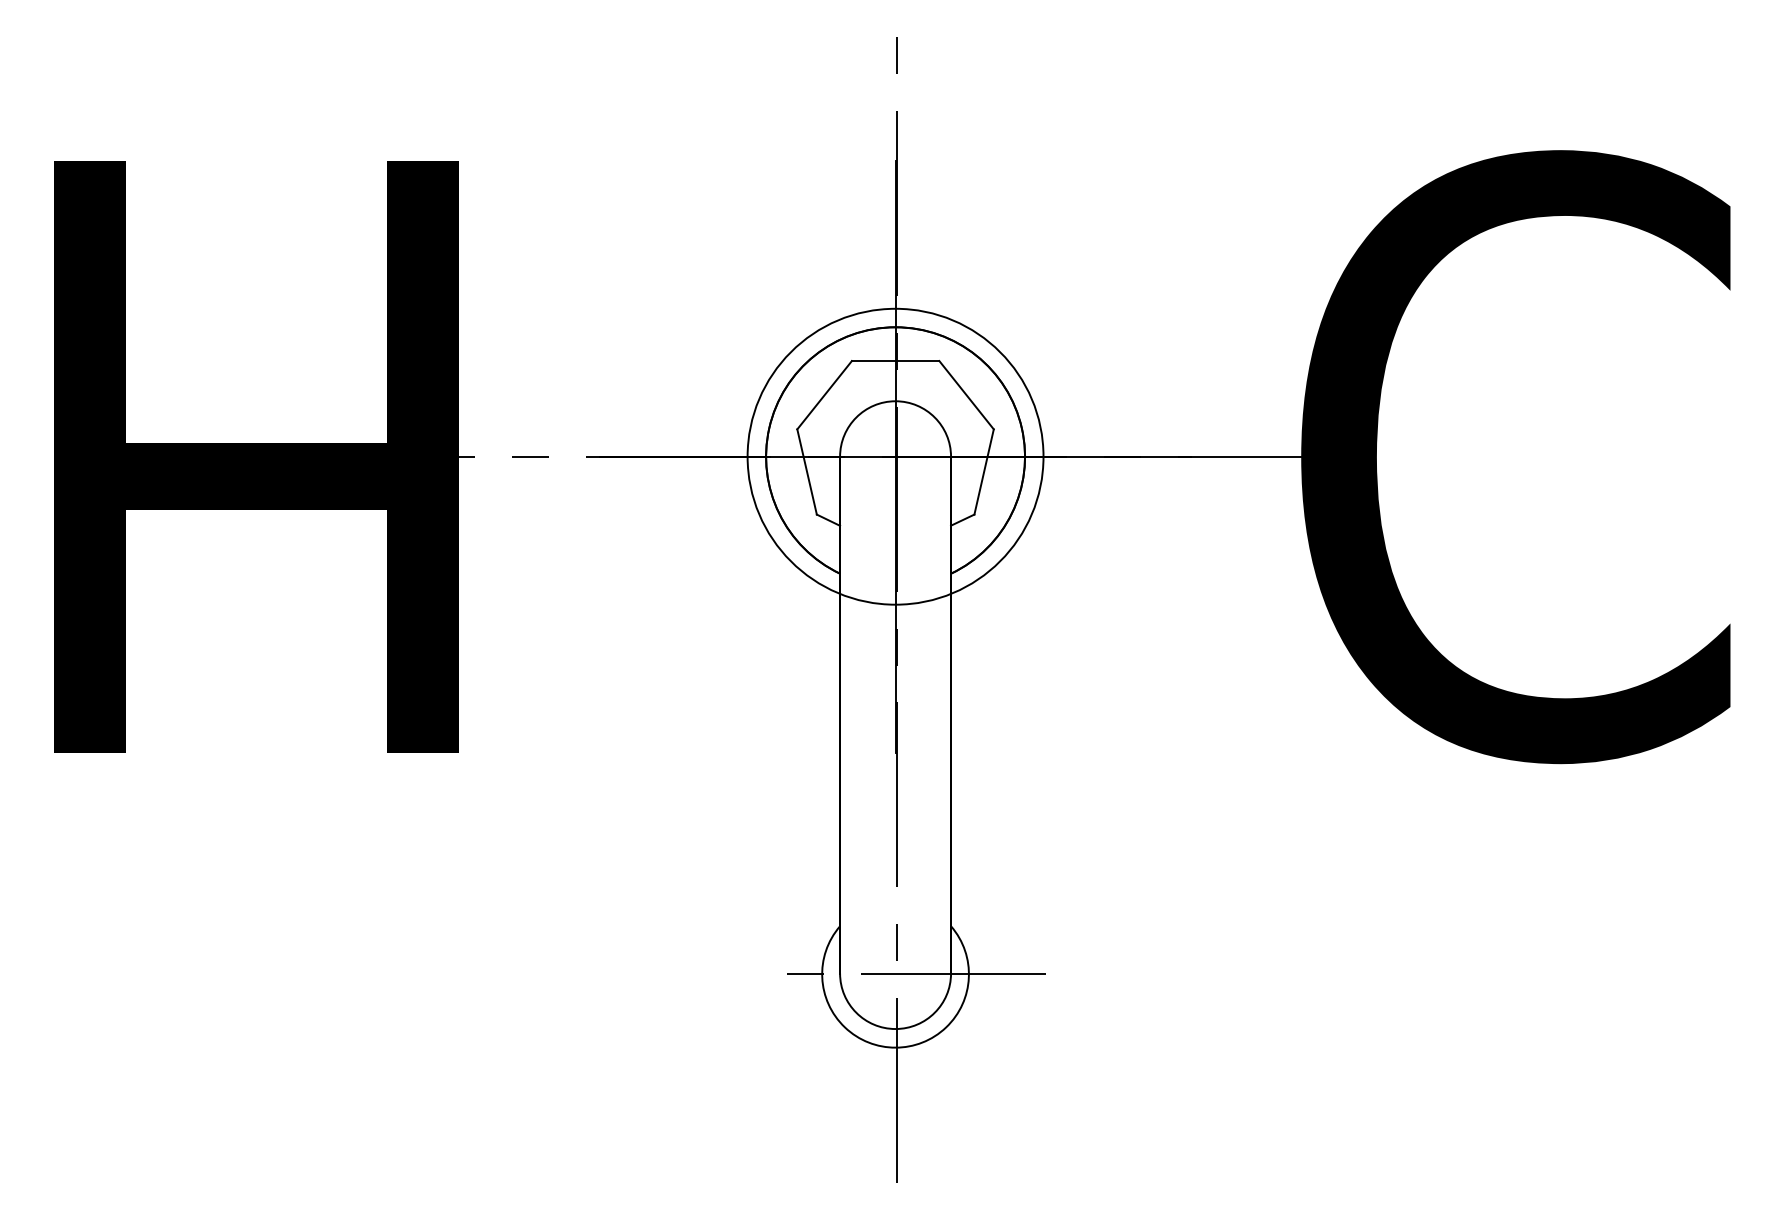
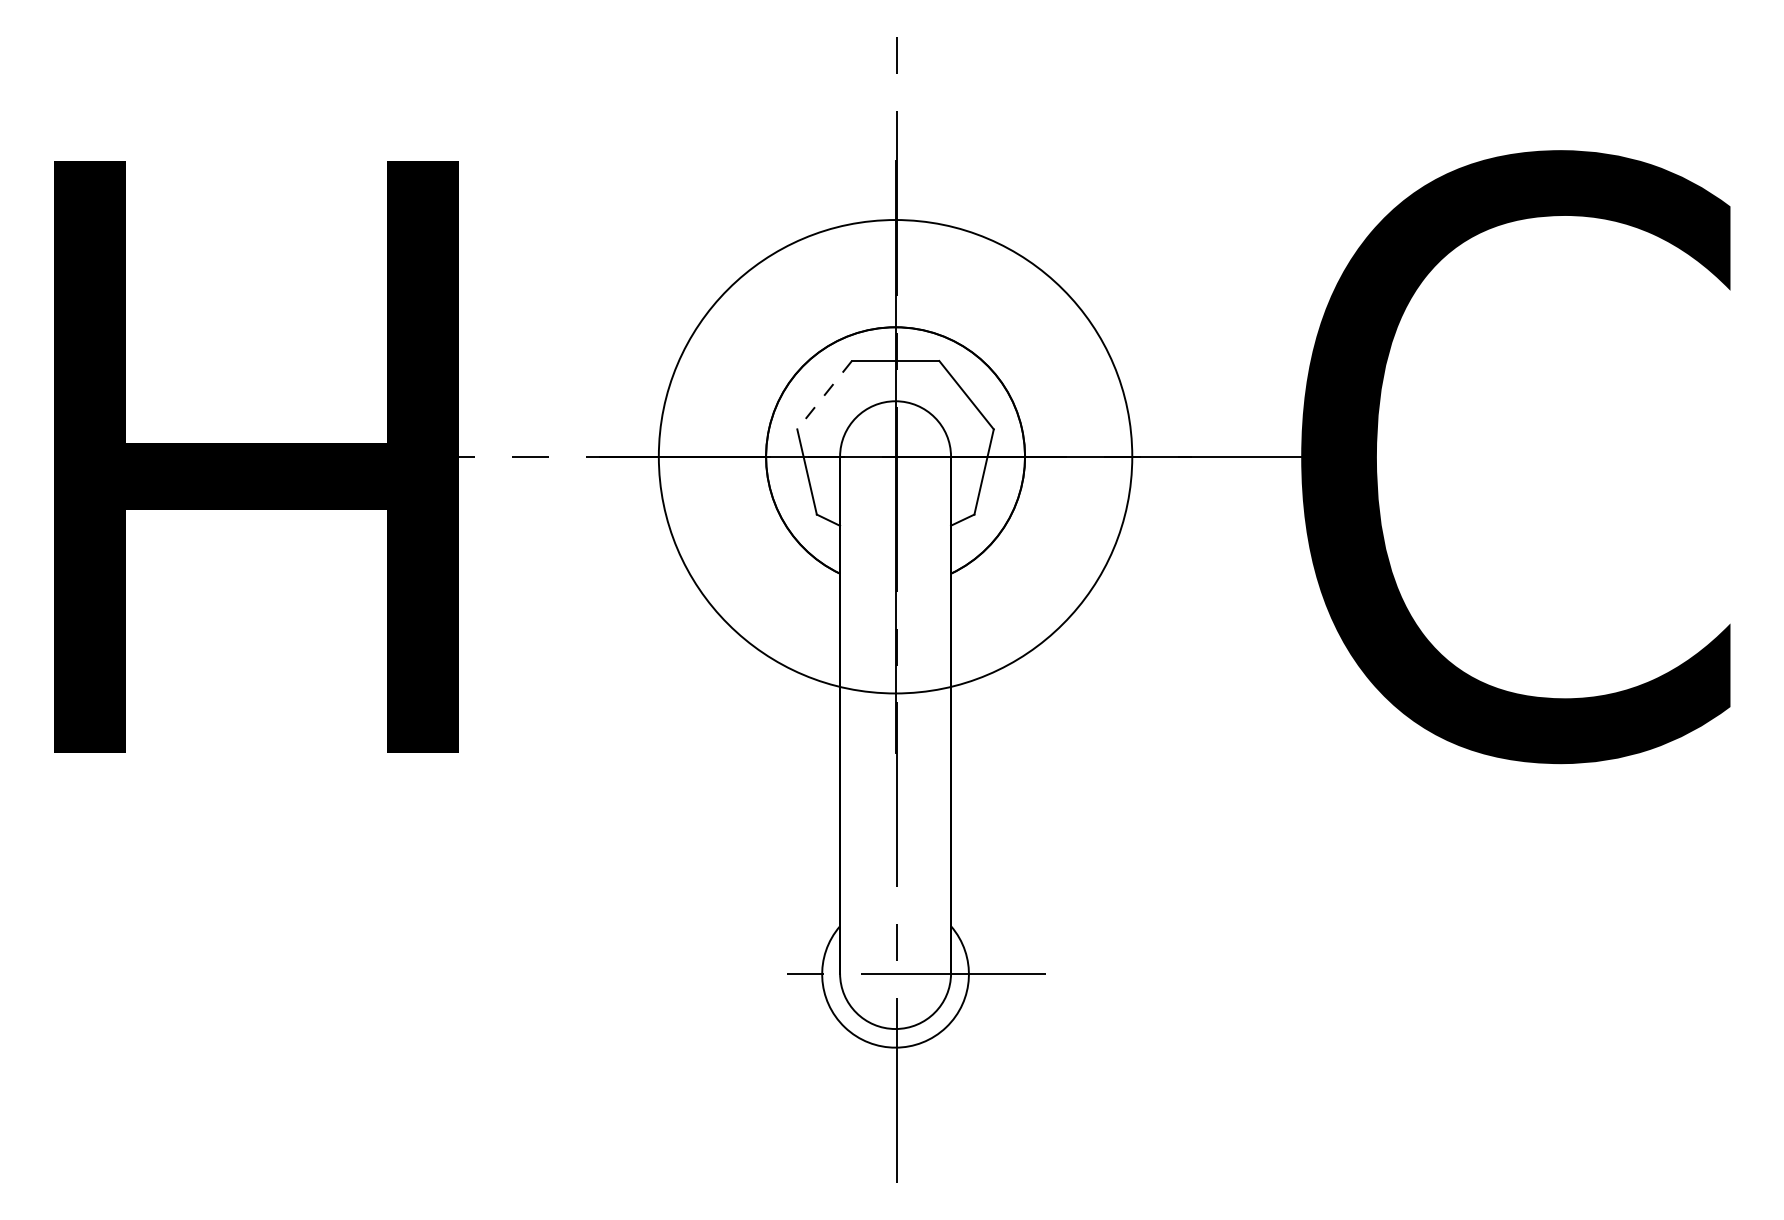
line at (824, 395): solid -> dashed
circle at (895, 456) diameter: 296 px -> 473 px
